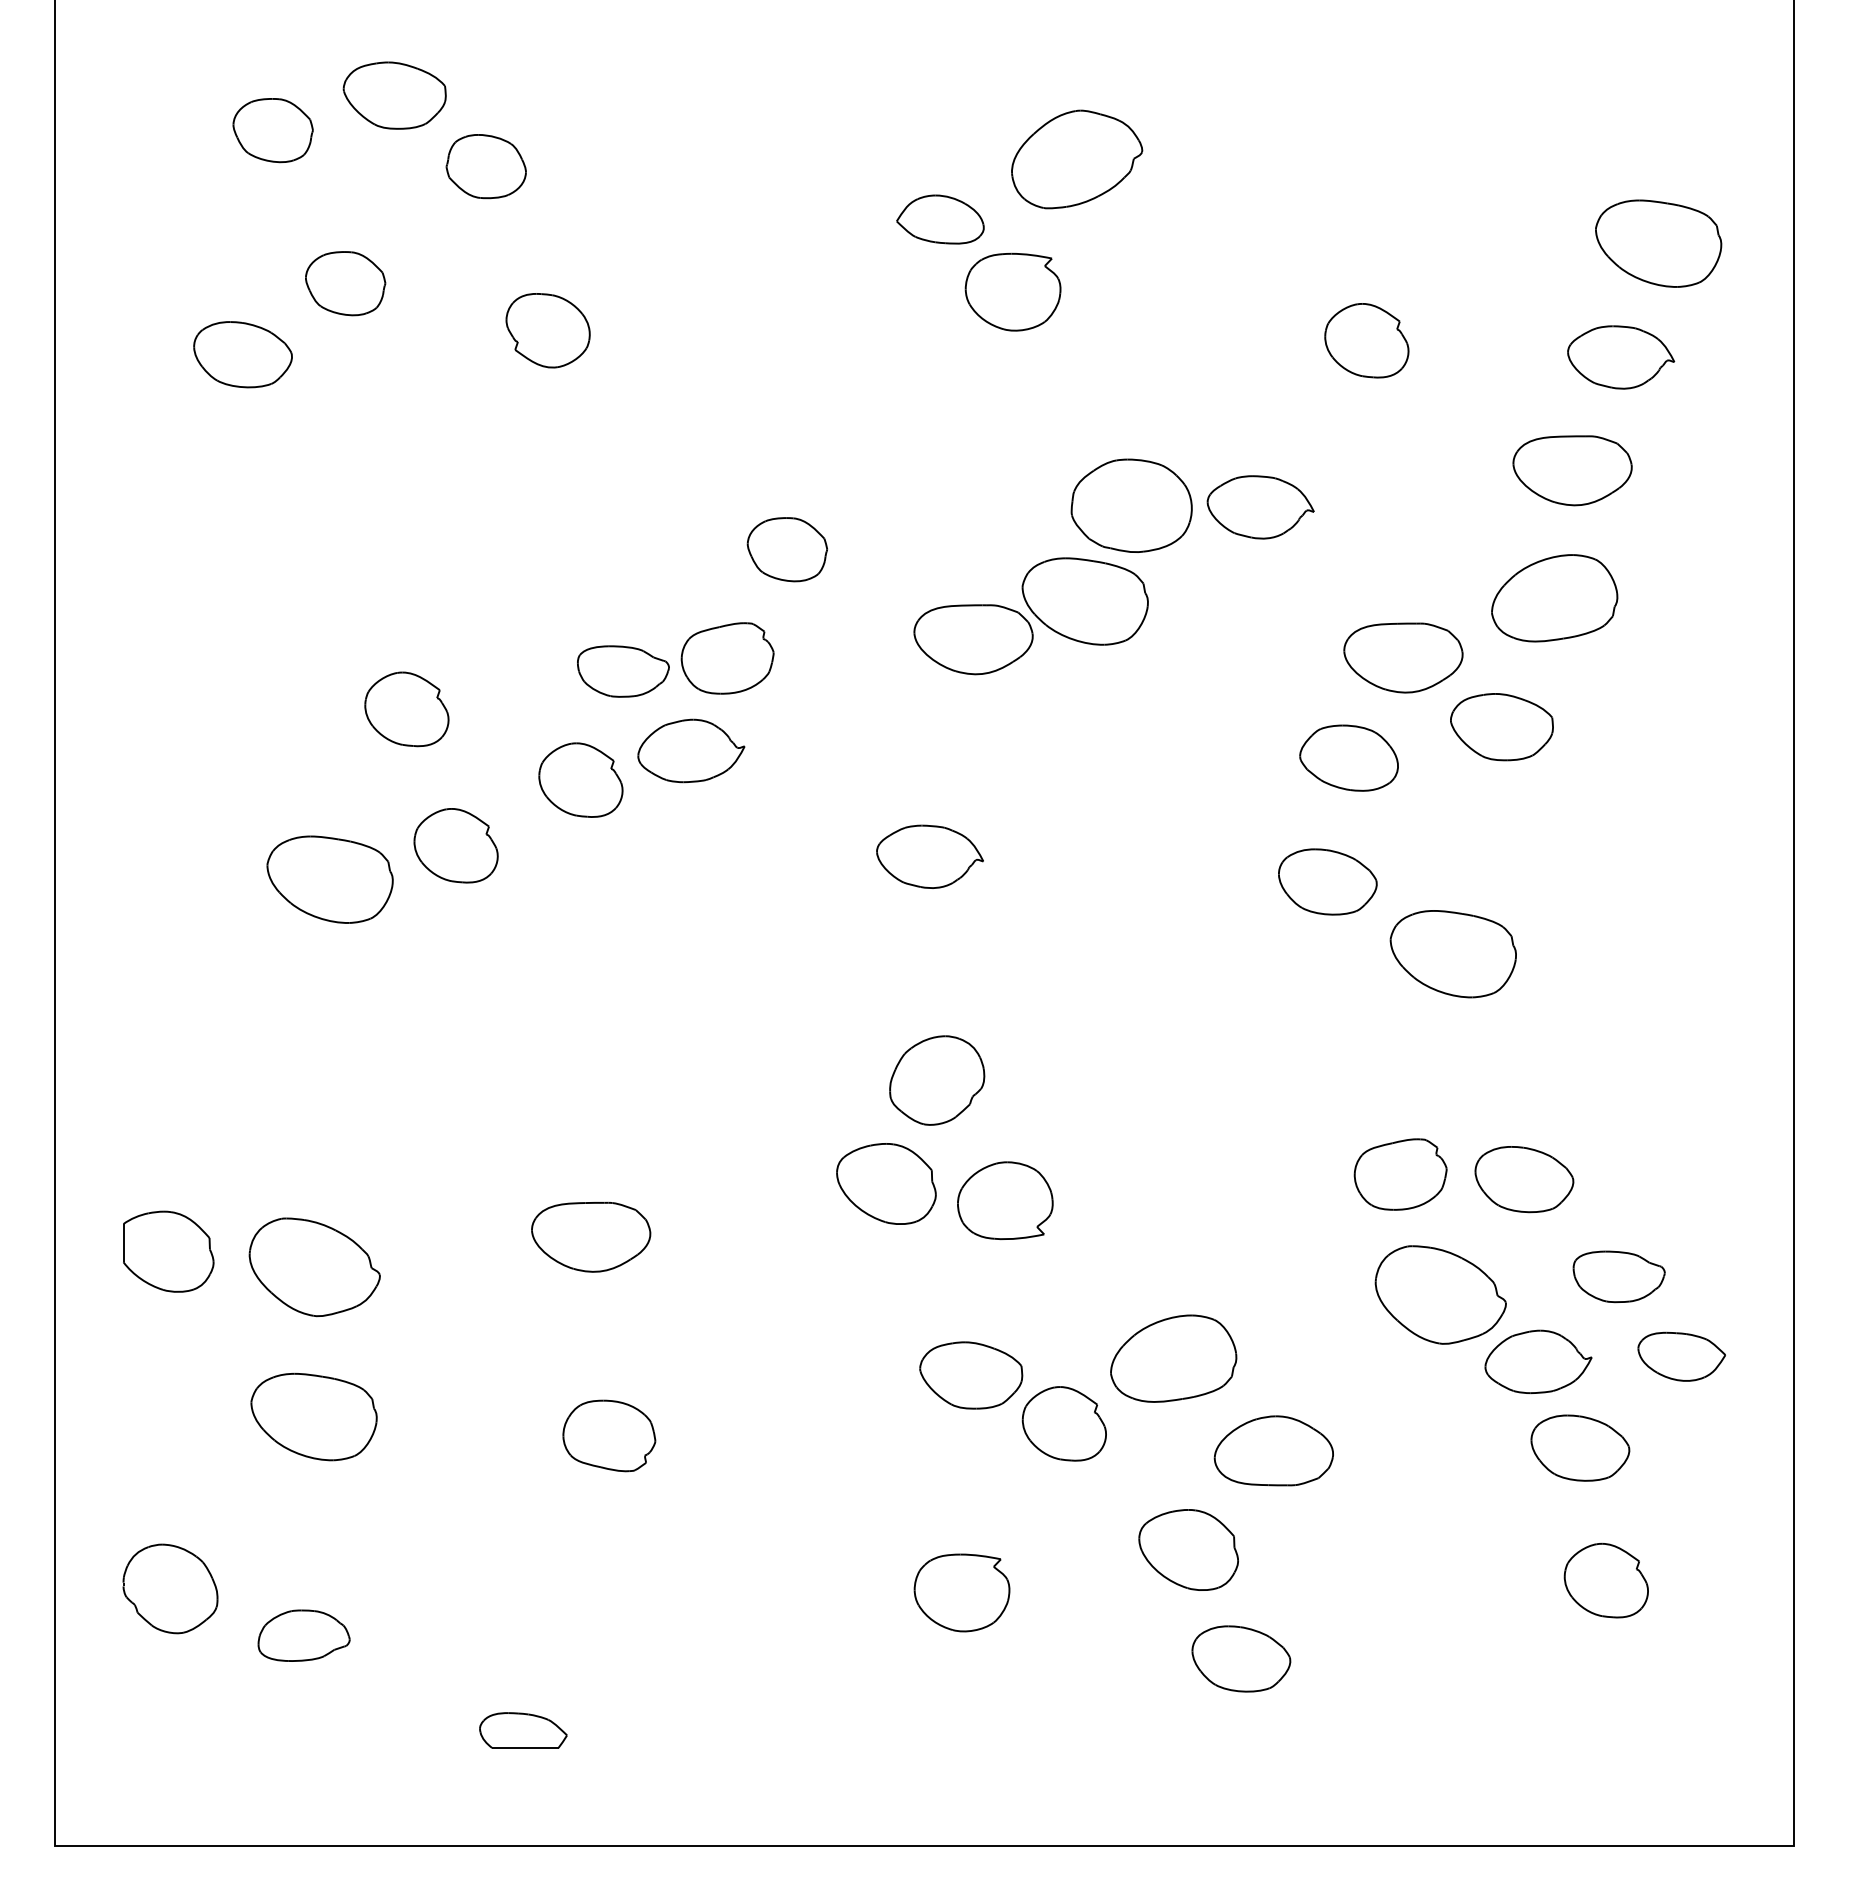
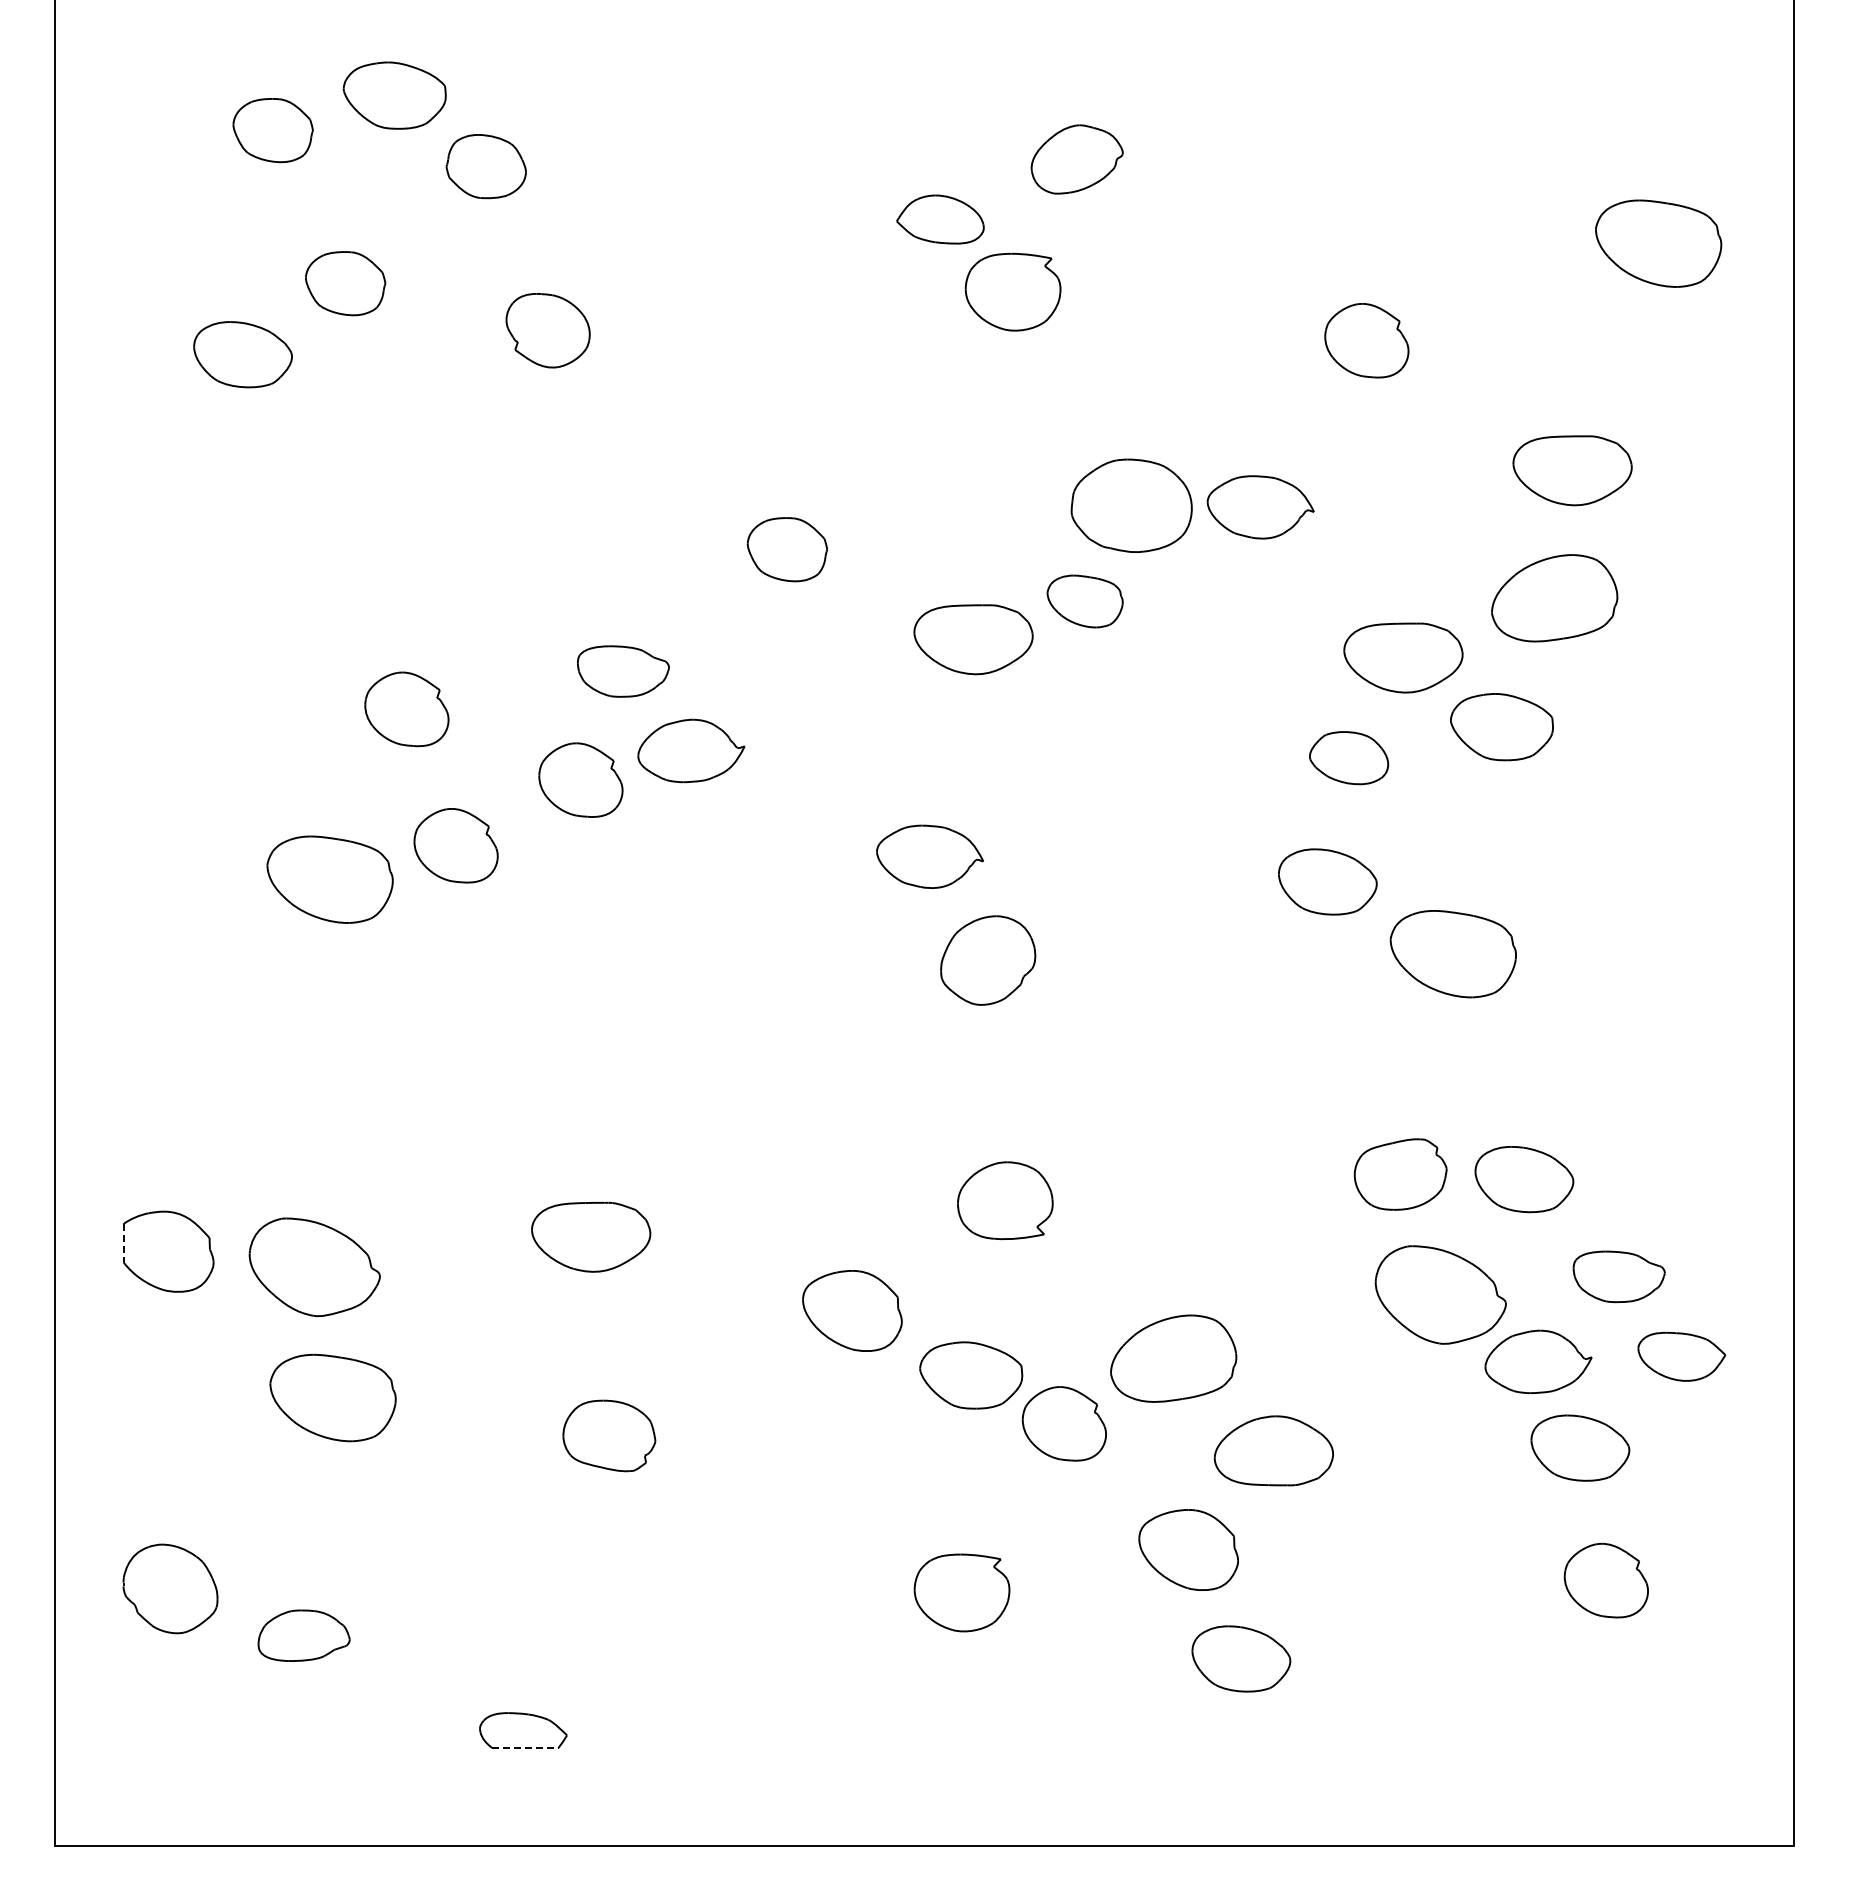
part at (1077, 159) size: 133x101 px -> 94x71 px
part at (1621, 357): present -> none
part at (1084, 601) size: 128x89 px -> 78x55 px
part at (727, 658): present -> none
part at (1348, 757) size: 100x68 px -> 81x55 px
part at (937, 1080) position: (937, 1080) -> (988, 960)
part at (886, 1183) position: (886, 1183) -> (852, 1310)
line at (123, 1243): solid -> dashed
part at (313, 1416) position: (313, 1416) -> (332, 1397)
line at (525, 1747): solid -> dashed
